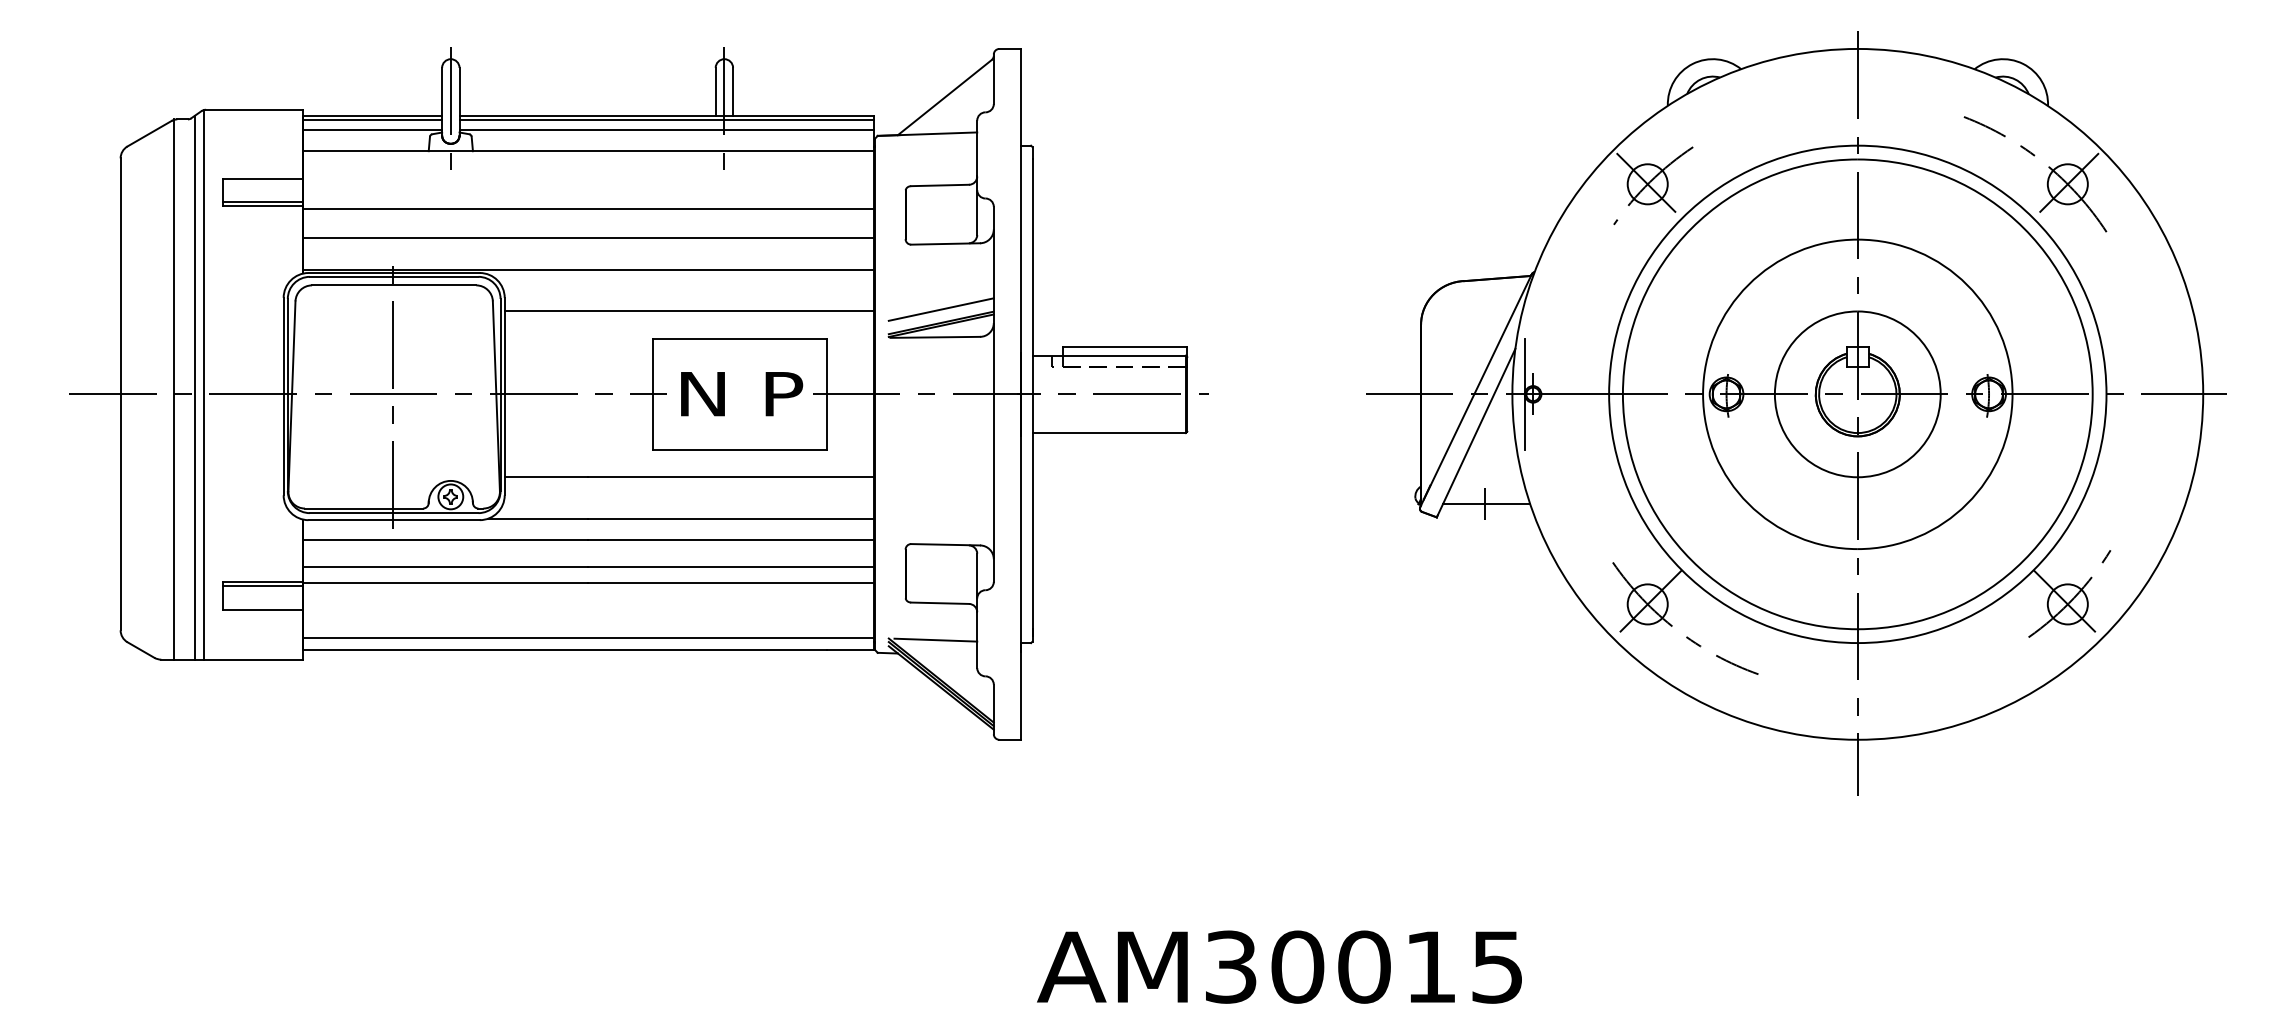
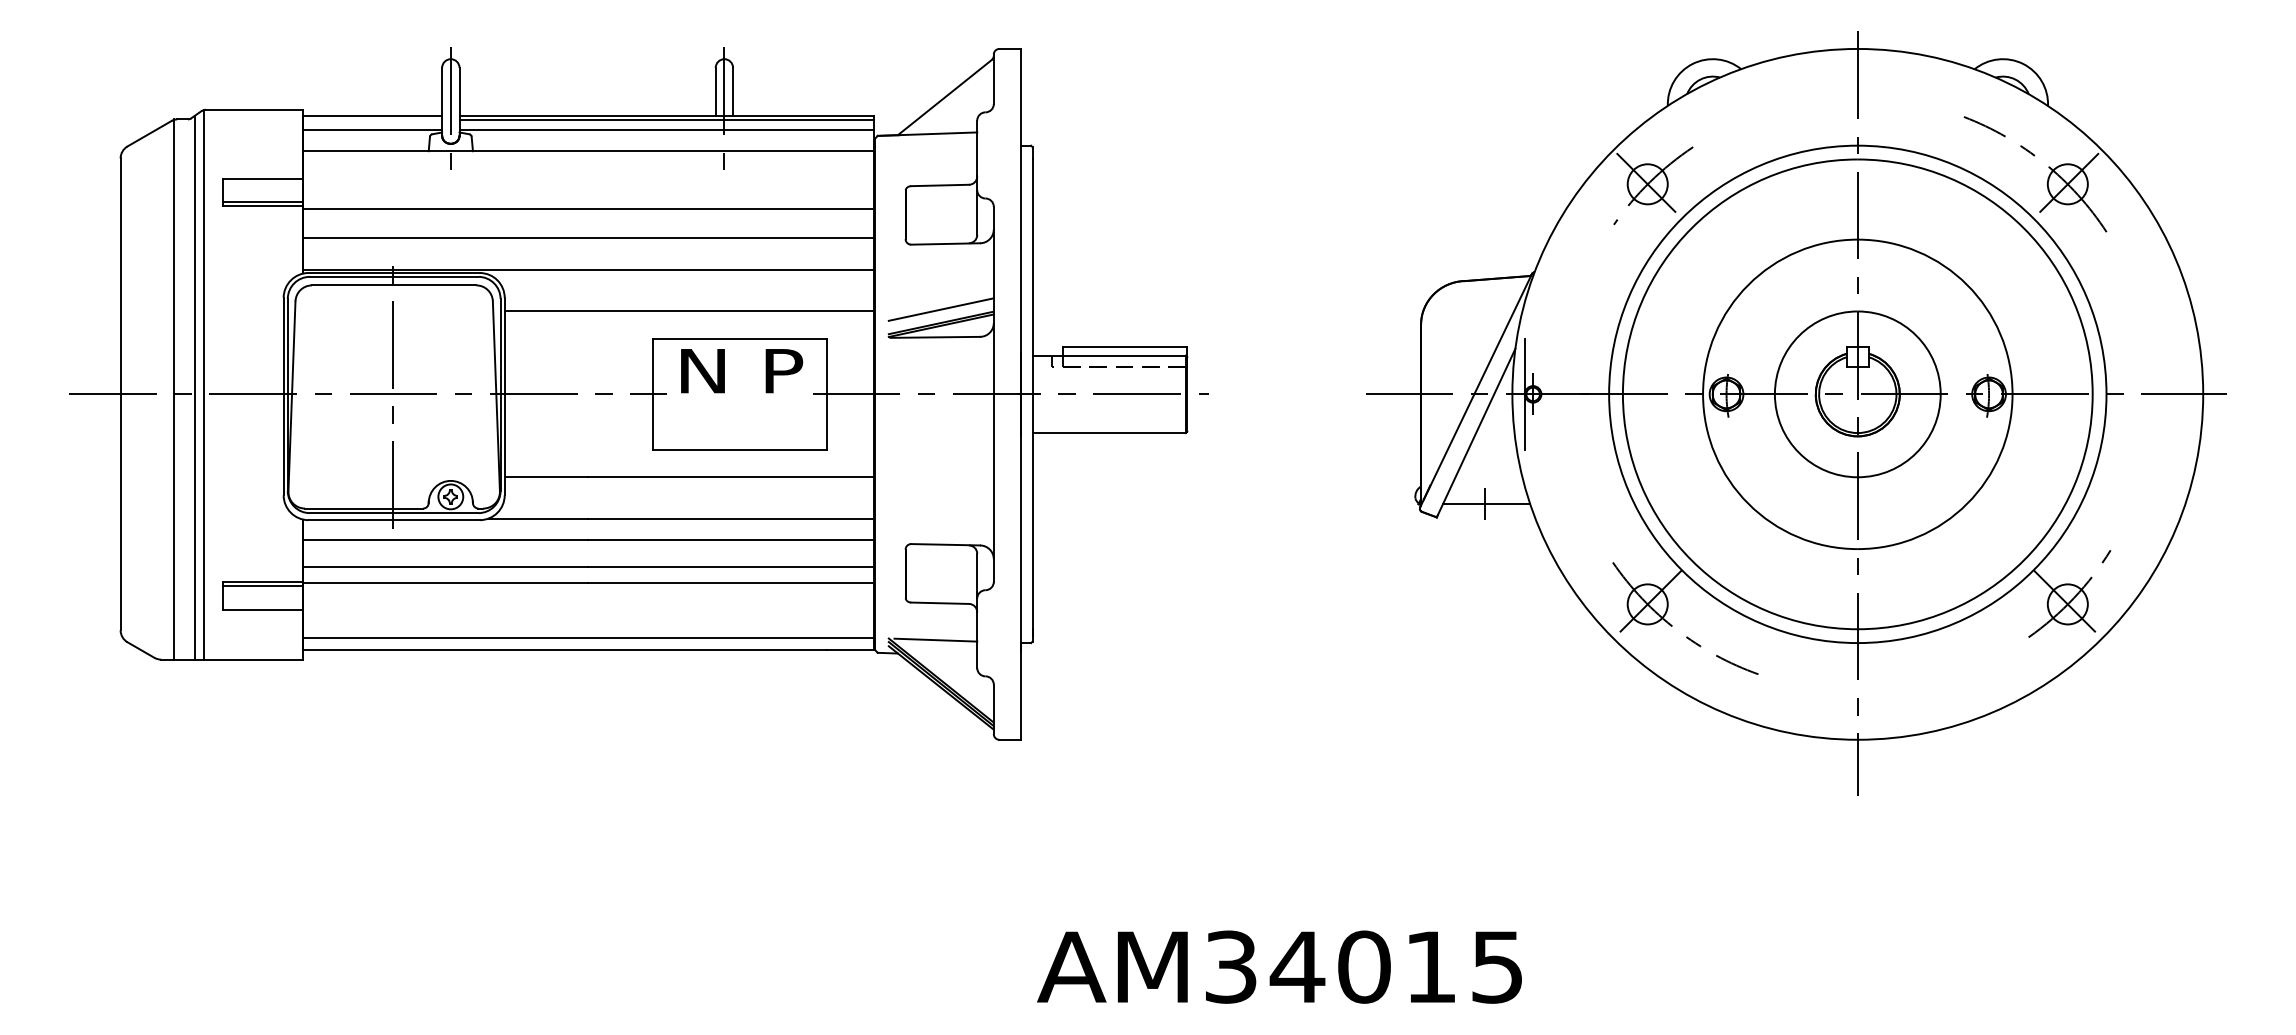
line at (372, 120): present -> none
text at (742, 394) position: (742, 394) -> (742, 371)
text at (1297, 966): AM30015 -> AM34015
